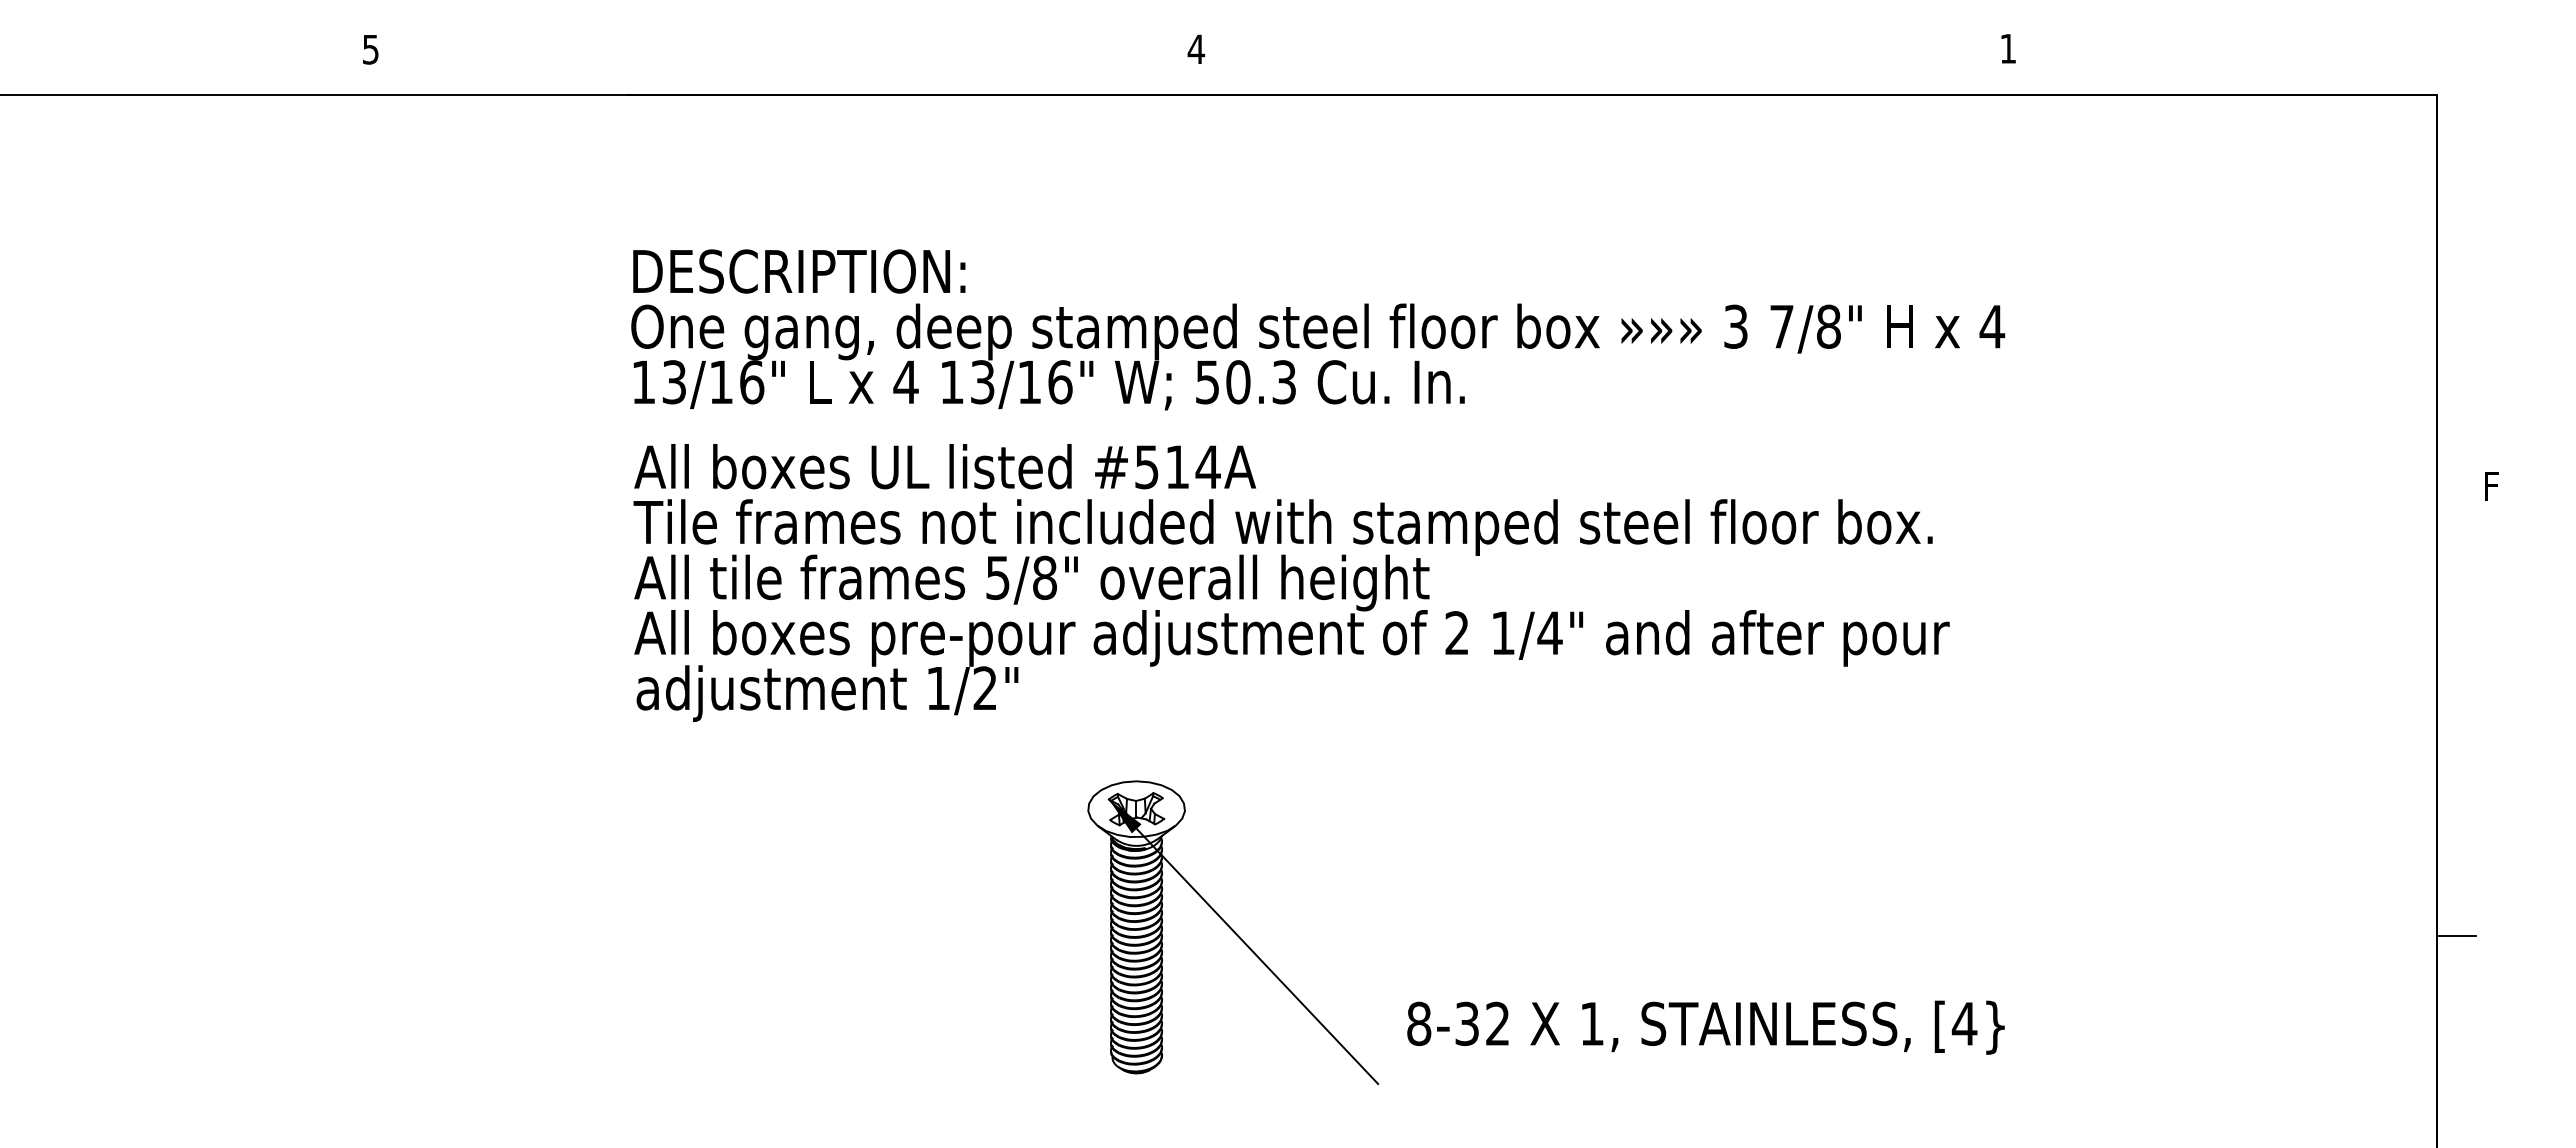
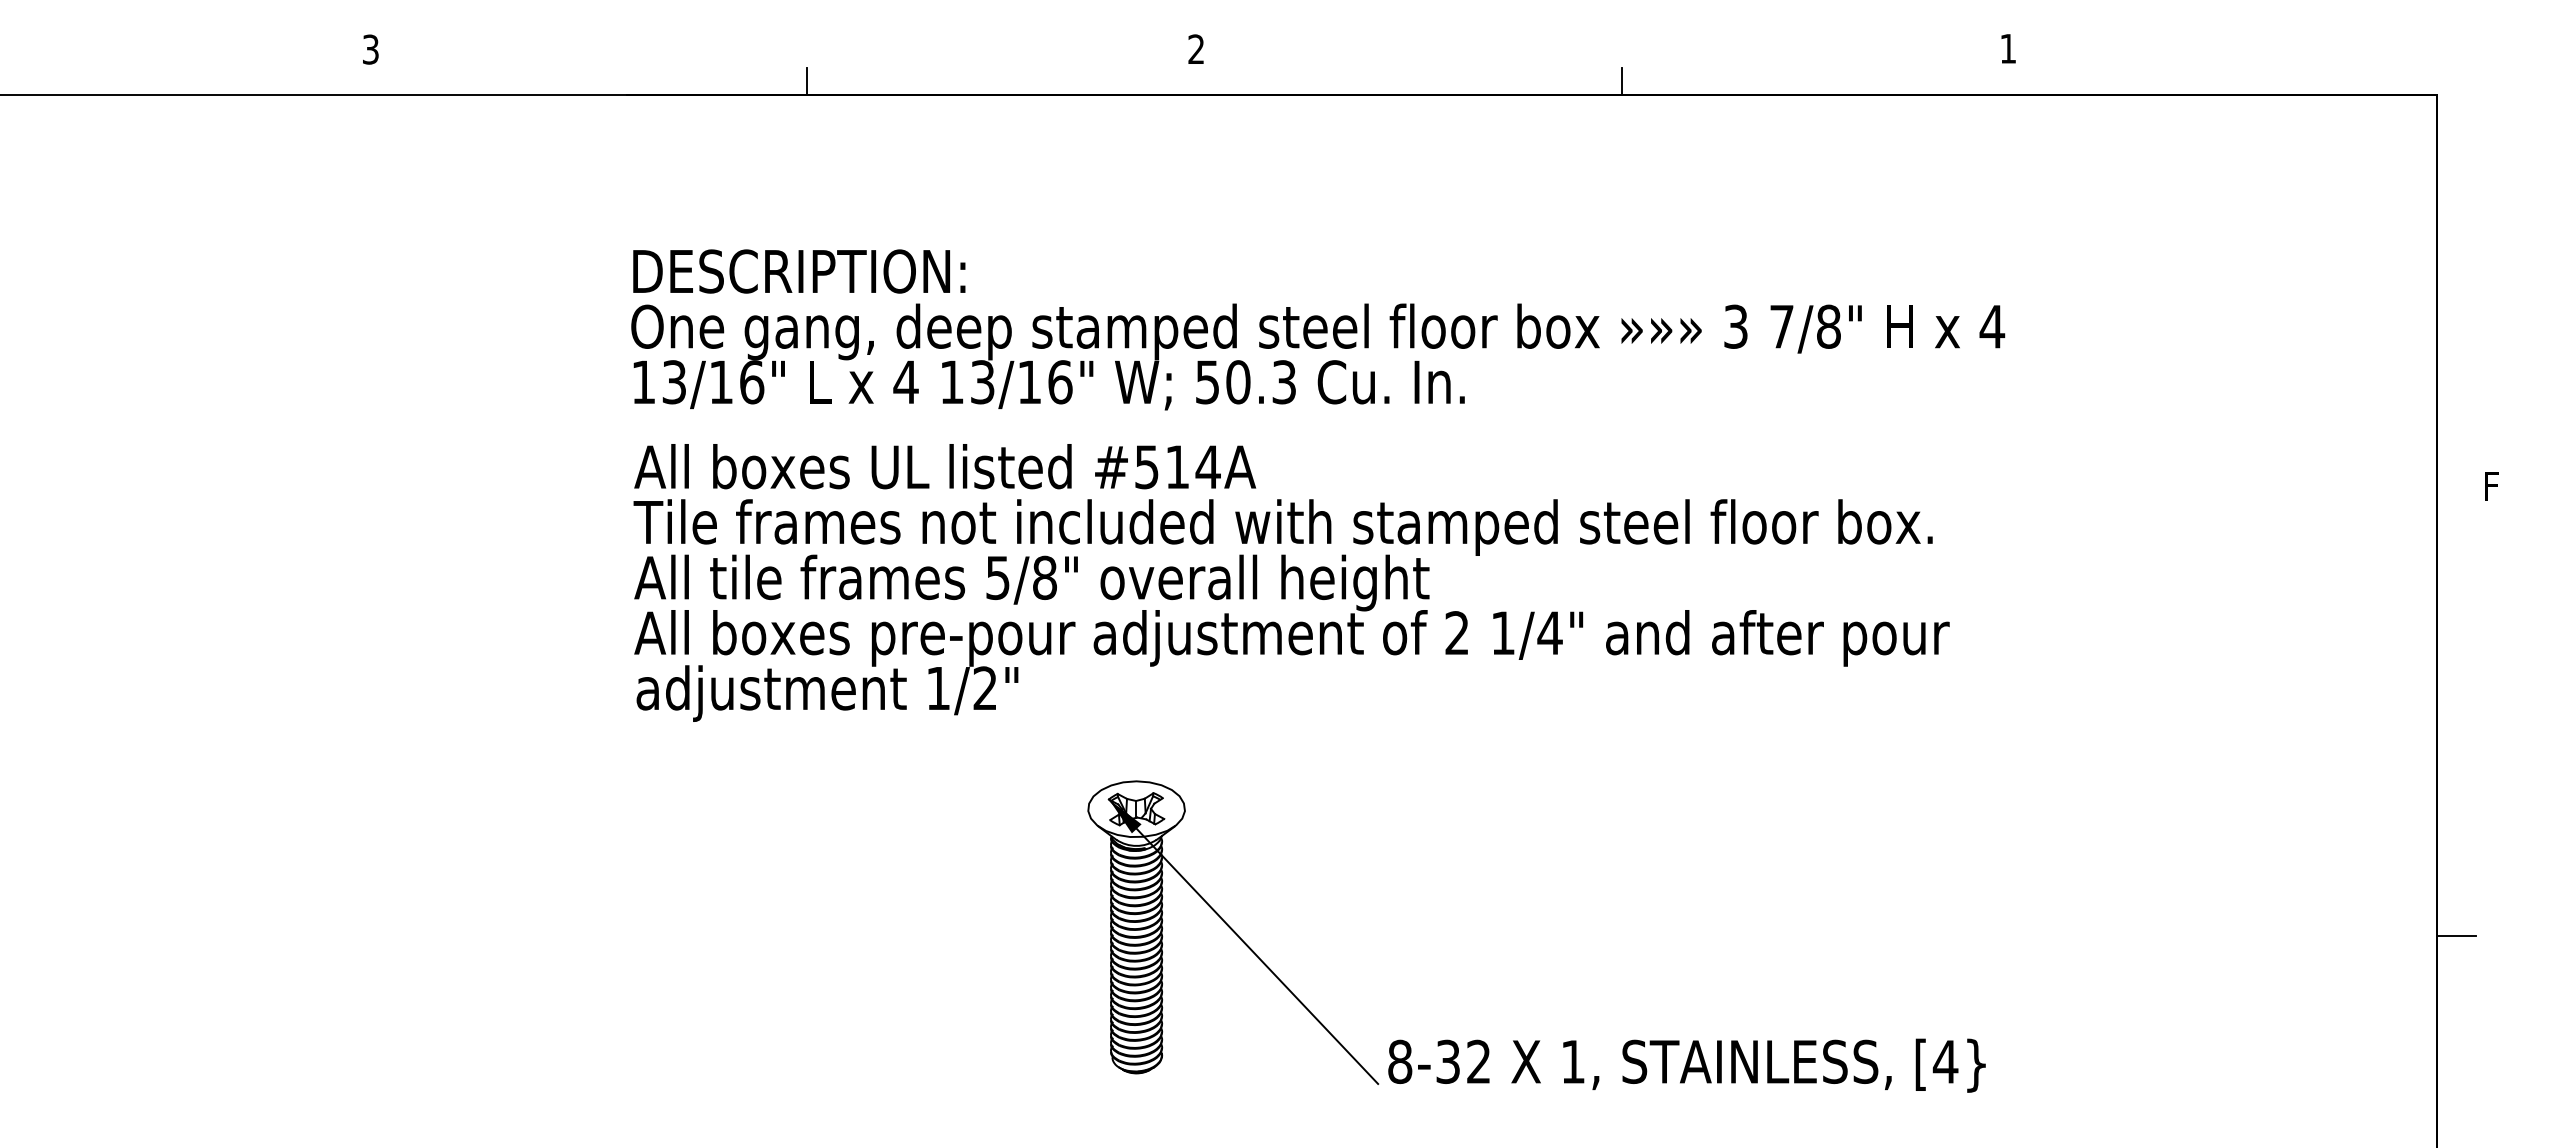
text at (1196, 48): 4 -> 2
text at (370, 49): 5 -> 3
line at (807, 81): none -> present
line at (1622, 81): none -> present
text at (1705, 1027) position: (1705, 1027) -> (1686, 1065)
